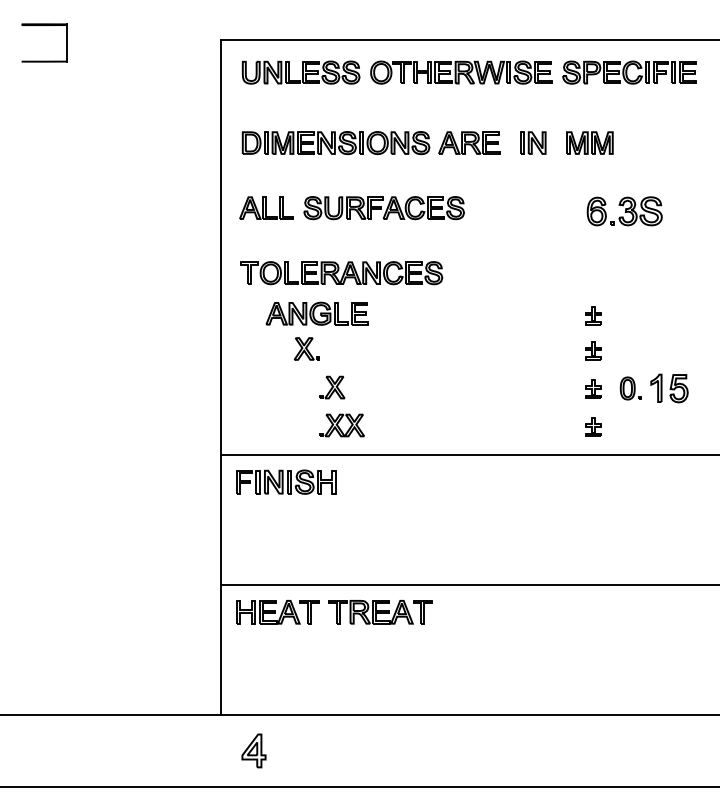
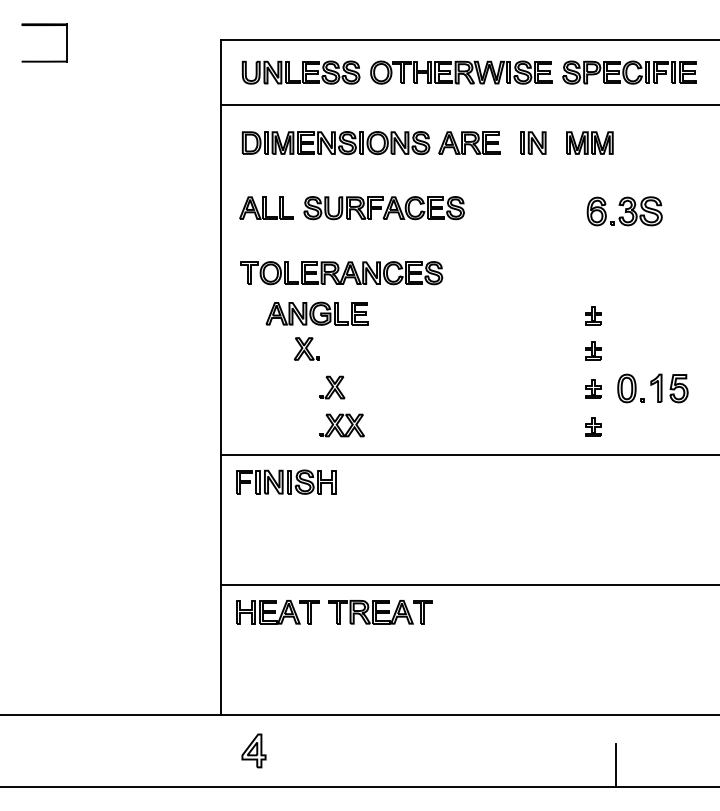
line at (468, 104): none -> present
part at (630, 388) size: 23x25 px -> 28x31 px
line at (615, 764): none -> present
